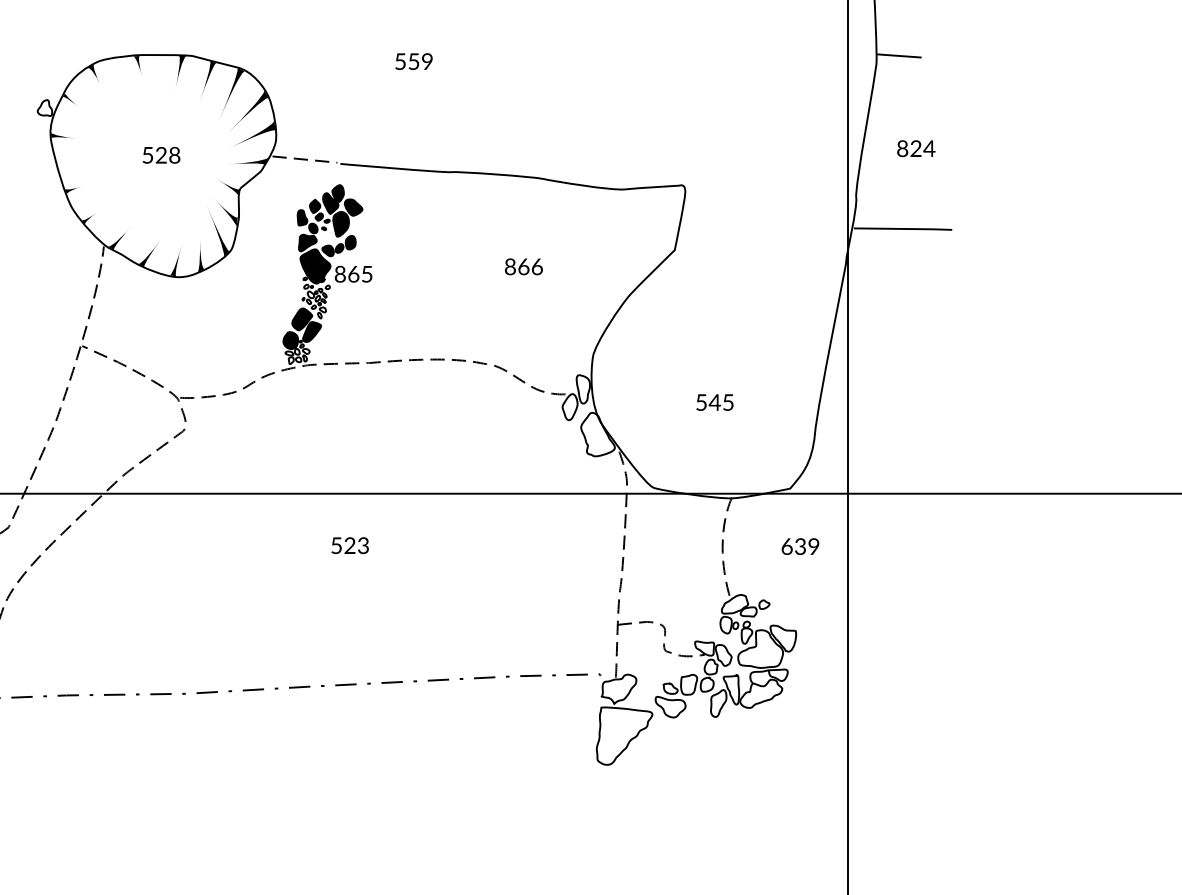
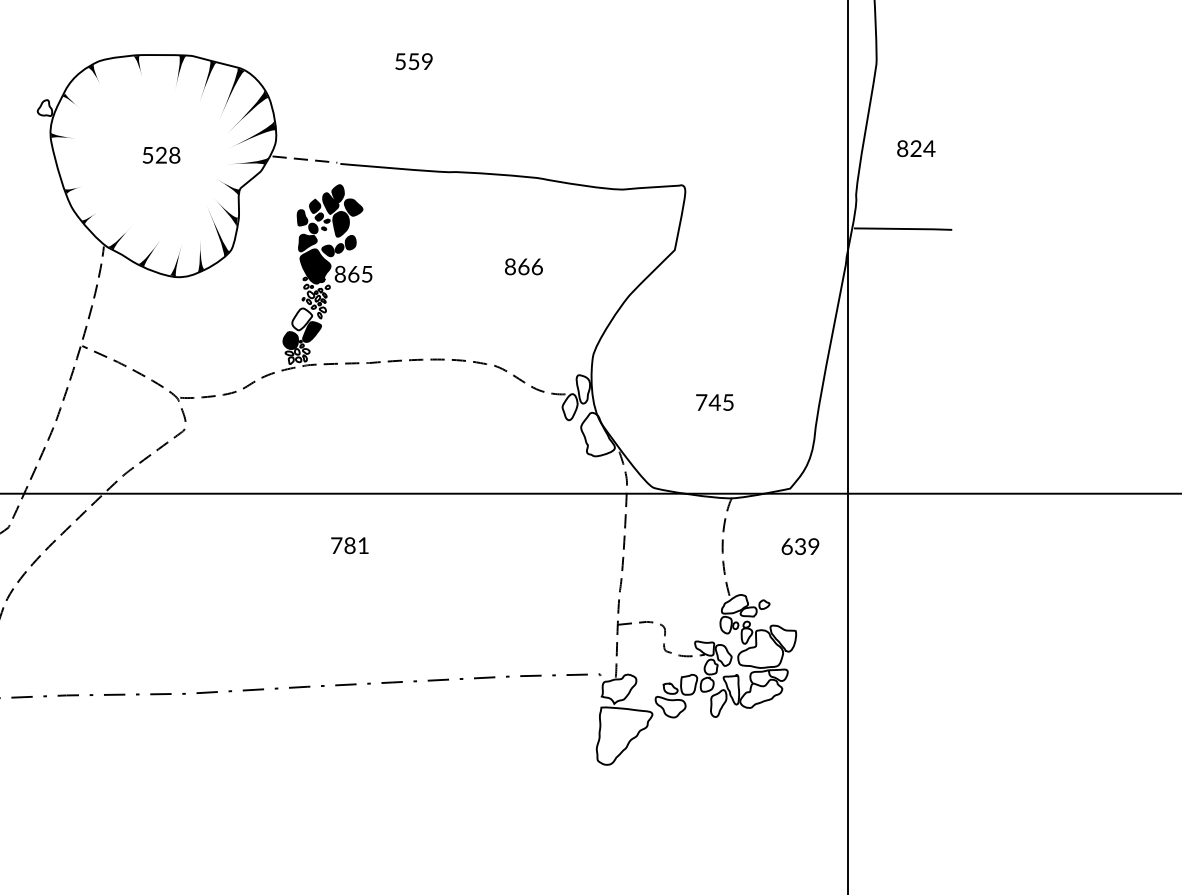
line at (898, 55): present -> none
fill at (302, 319): present -> none
text at (701, 402): 545 -> 745
text at (349, 545): 523 -> 781
